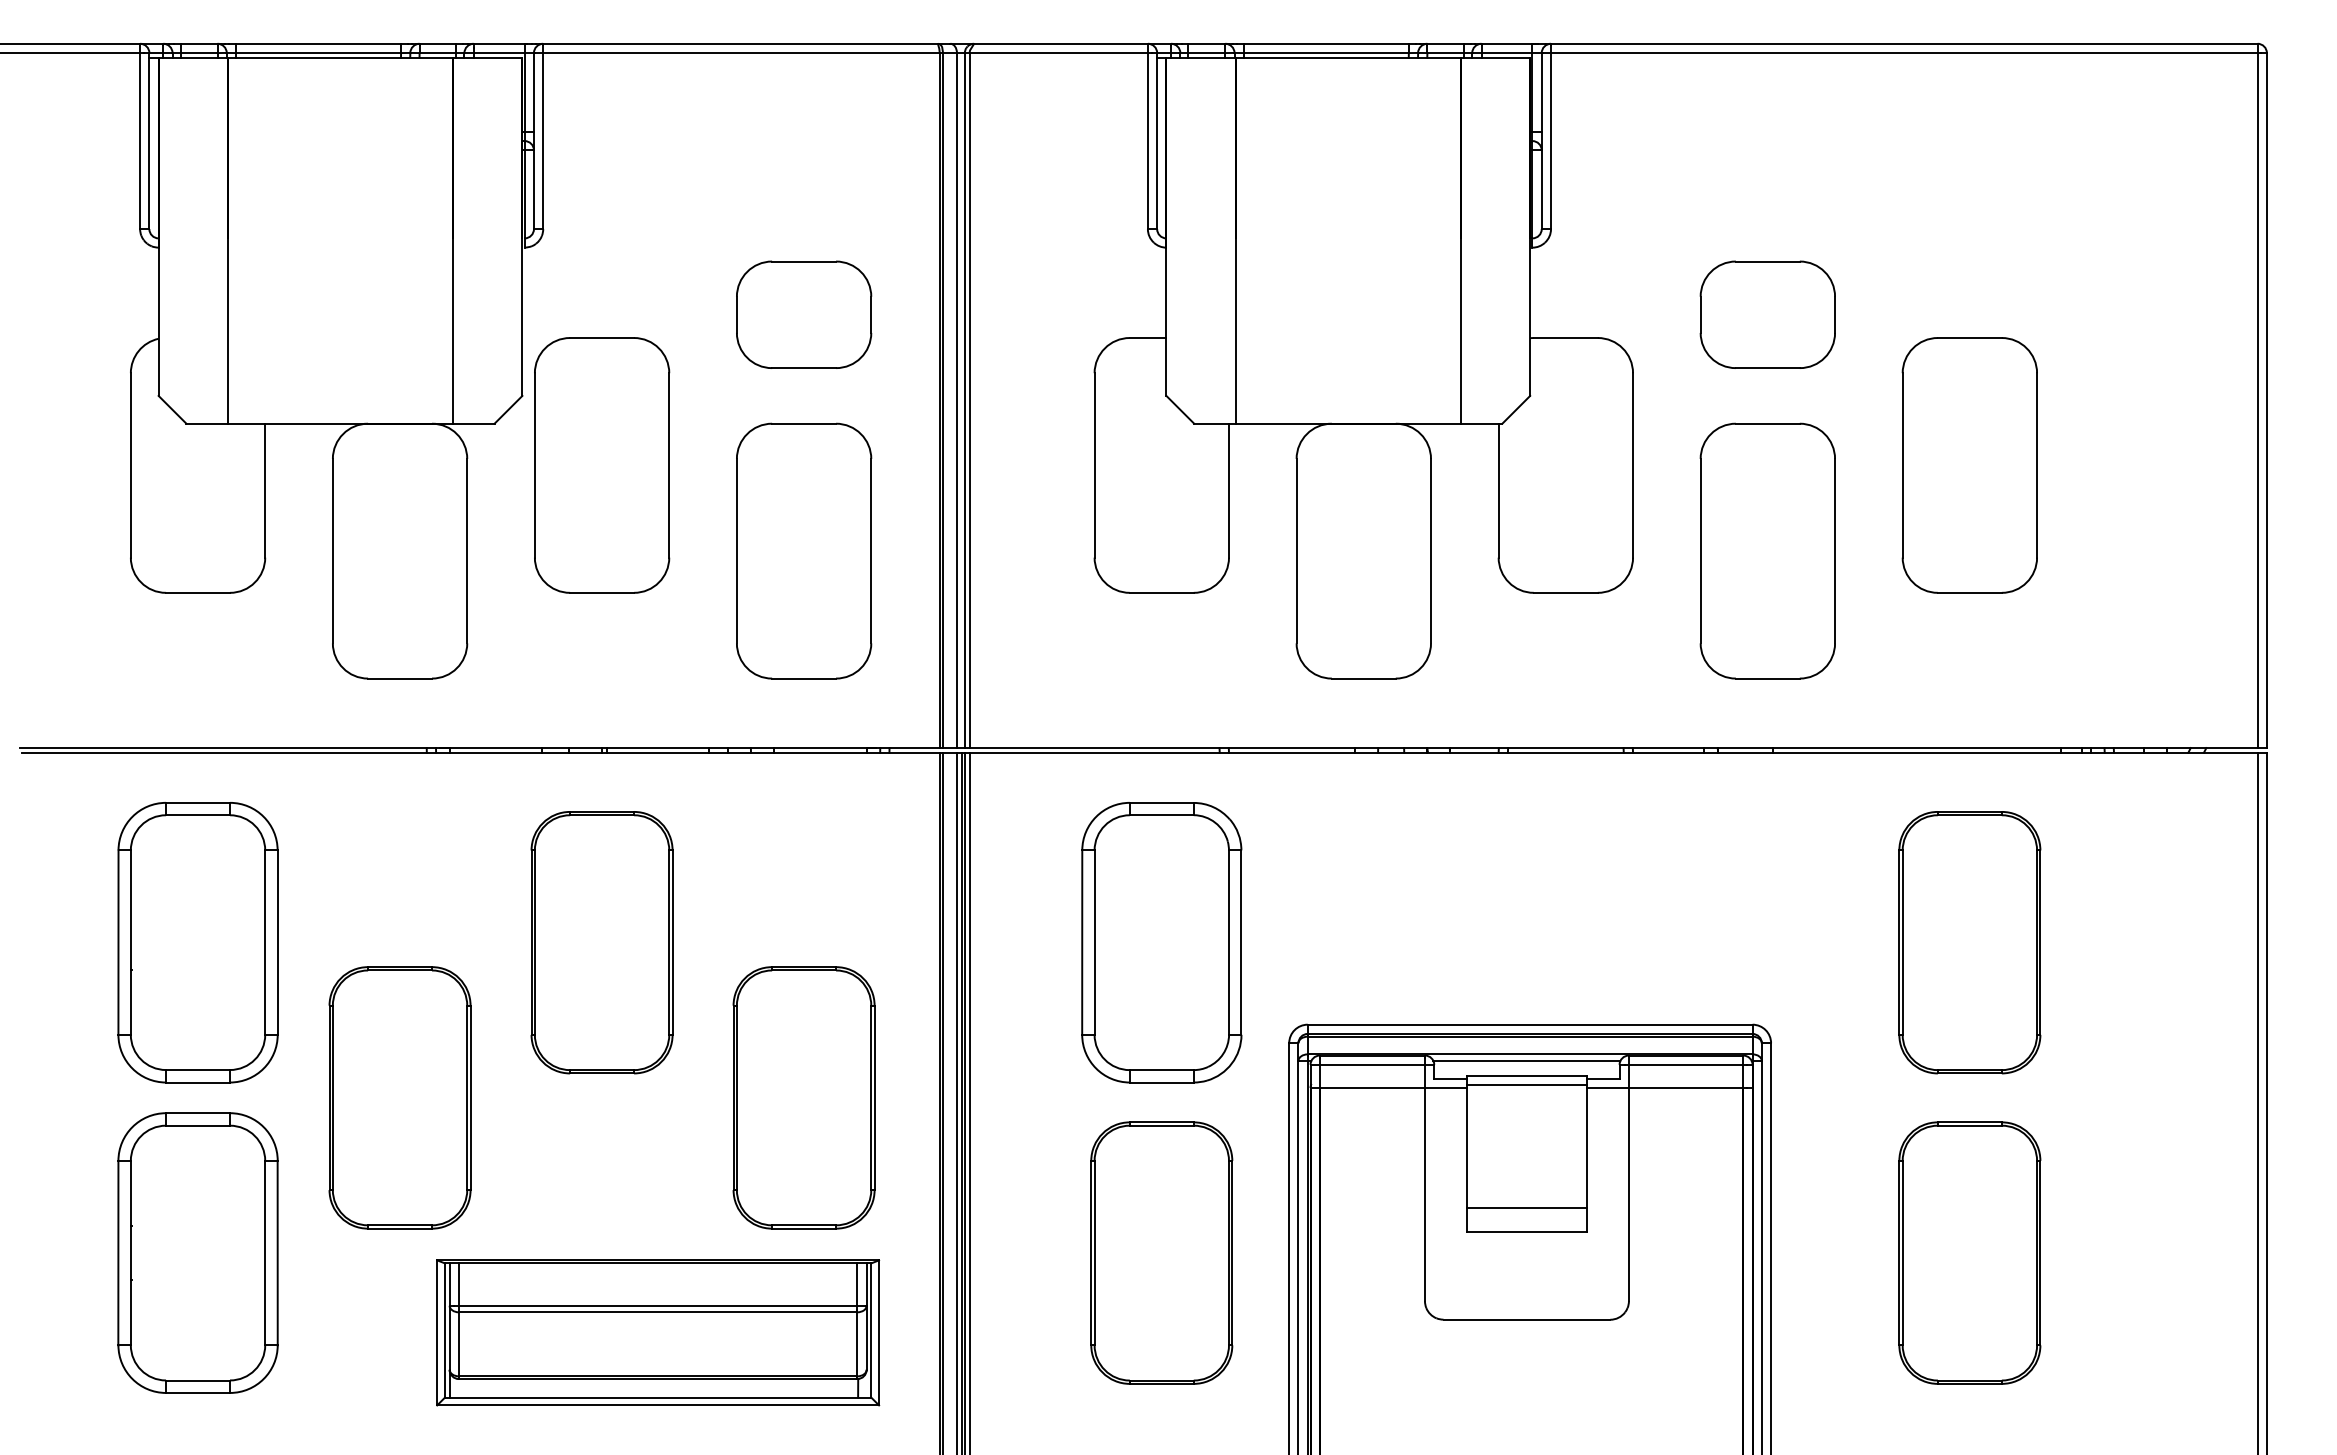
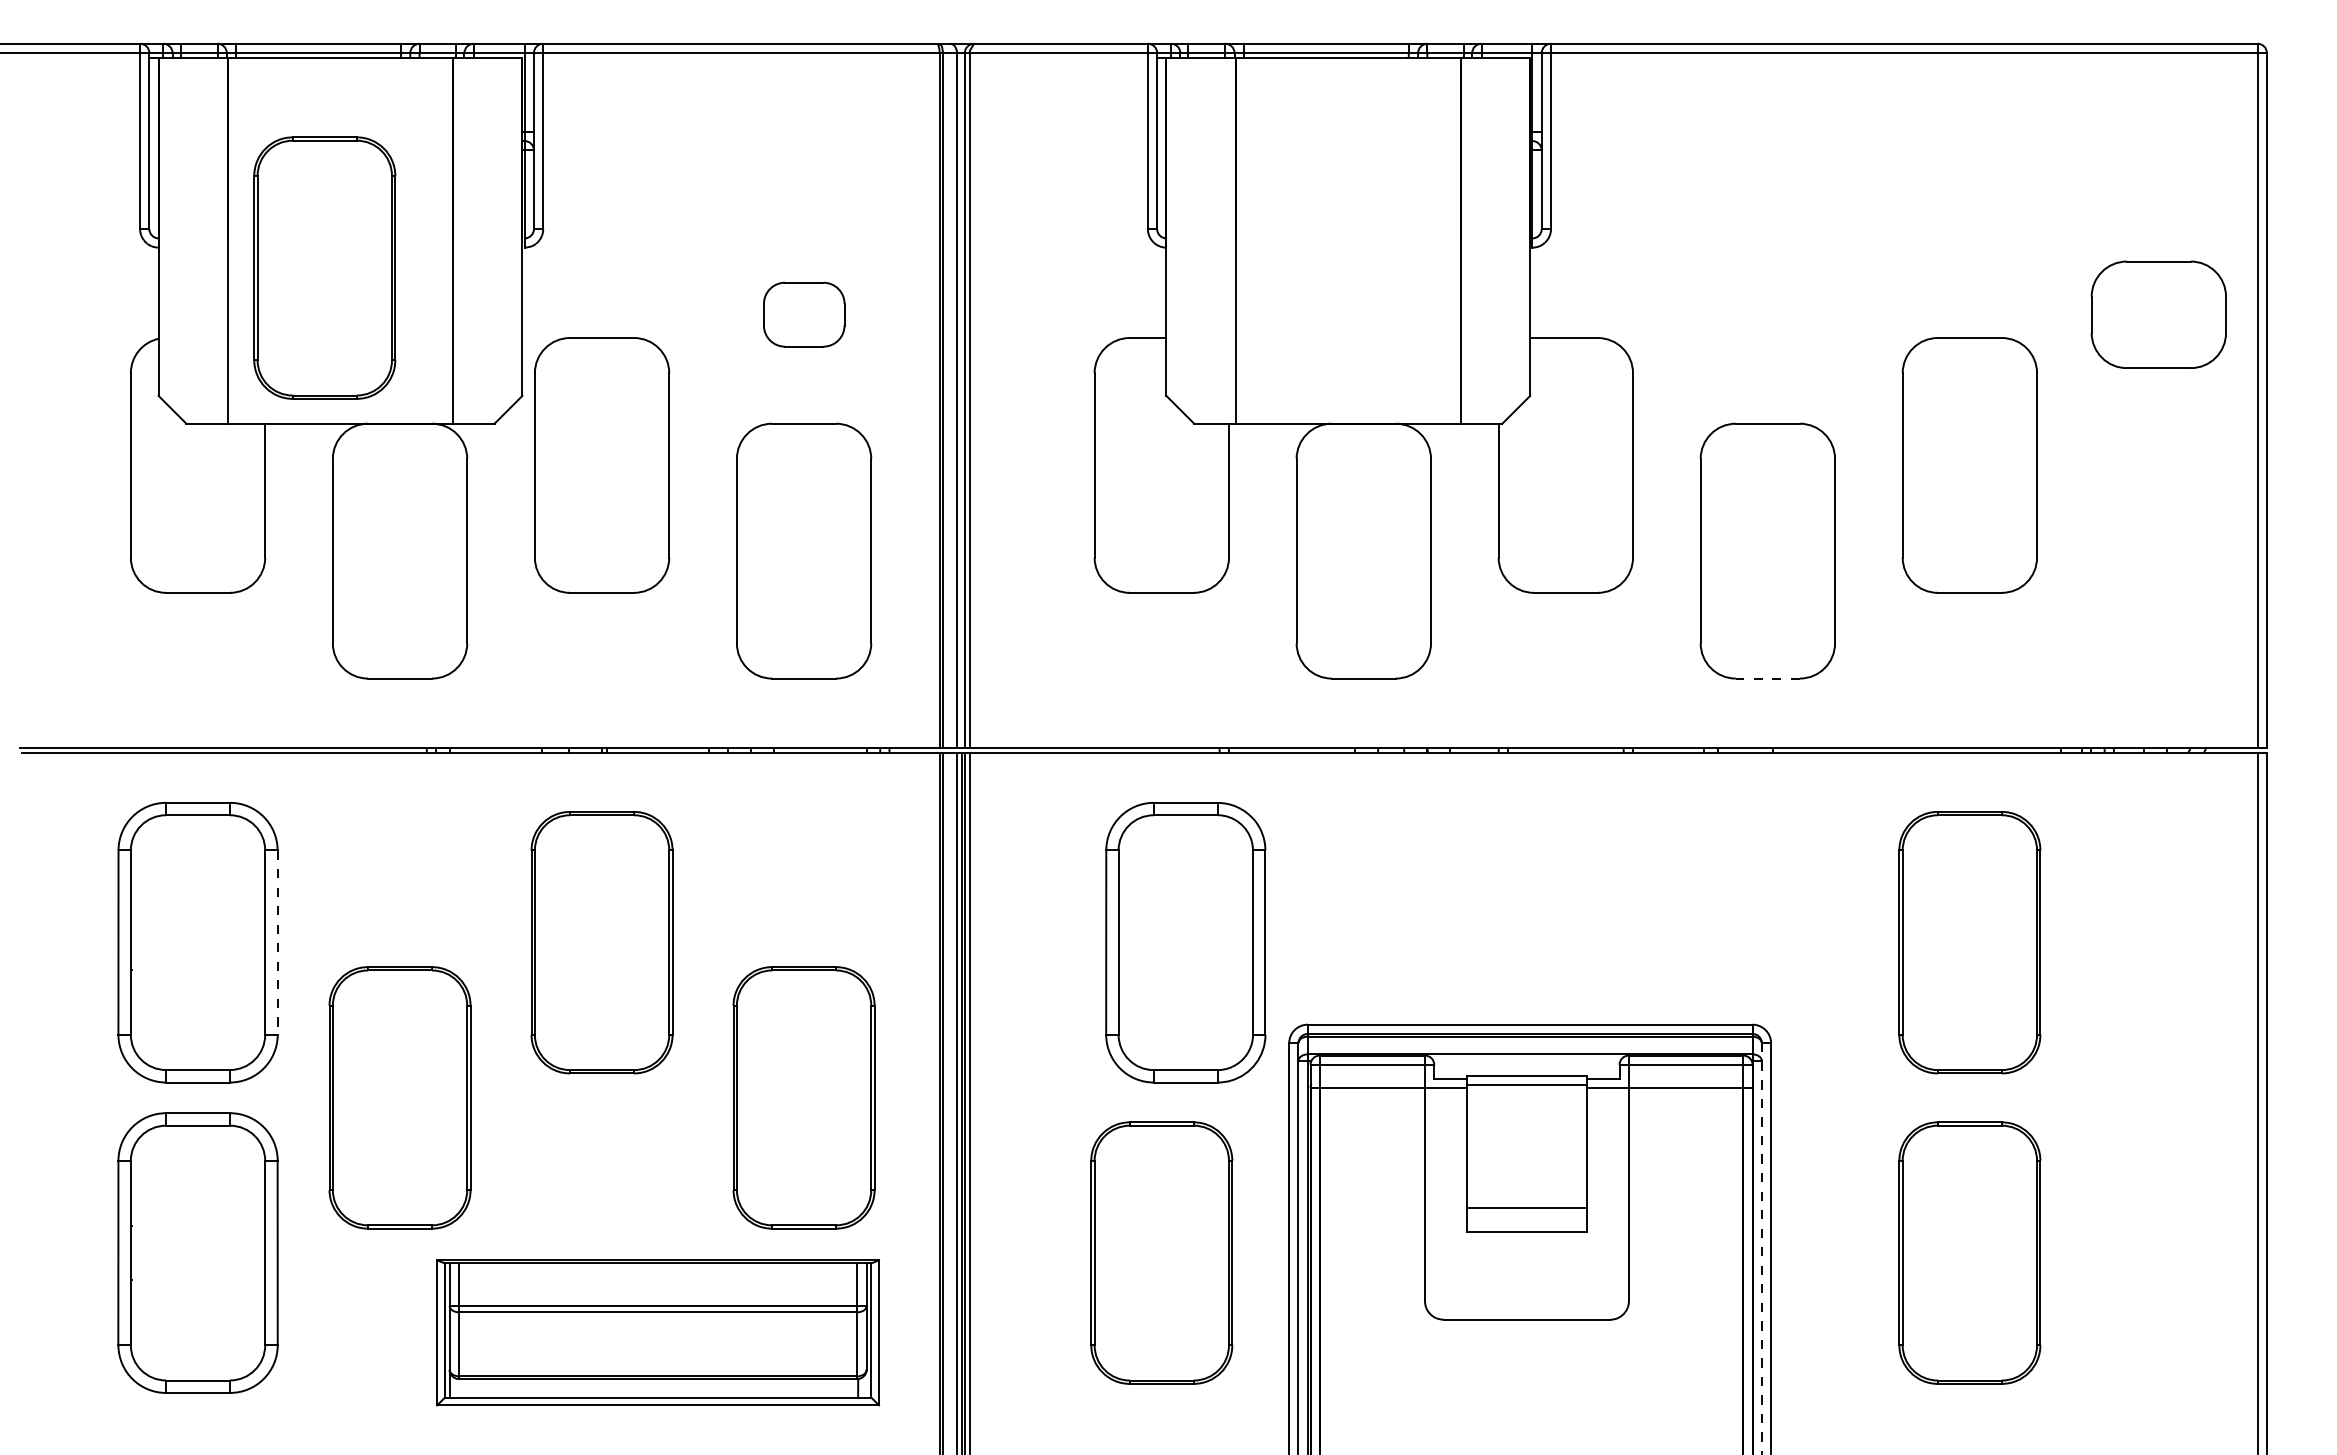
part at (324, 267): none -> present
part at (804, 314) size: 137x109 px -> 83x67 px
part at (1767, 314) position: (1767, 314) -> (2158, 314)
line at (1767, 678): solid -> dashed
part at (1161, 942) position: (1161, 942) -> (1185, 942)
line at (277, 943): solid -> dashed
line at (1526, 1060): present -> none
line at (1761, 1249): solid -> dashed
